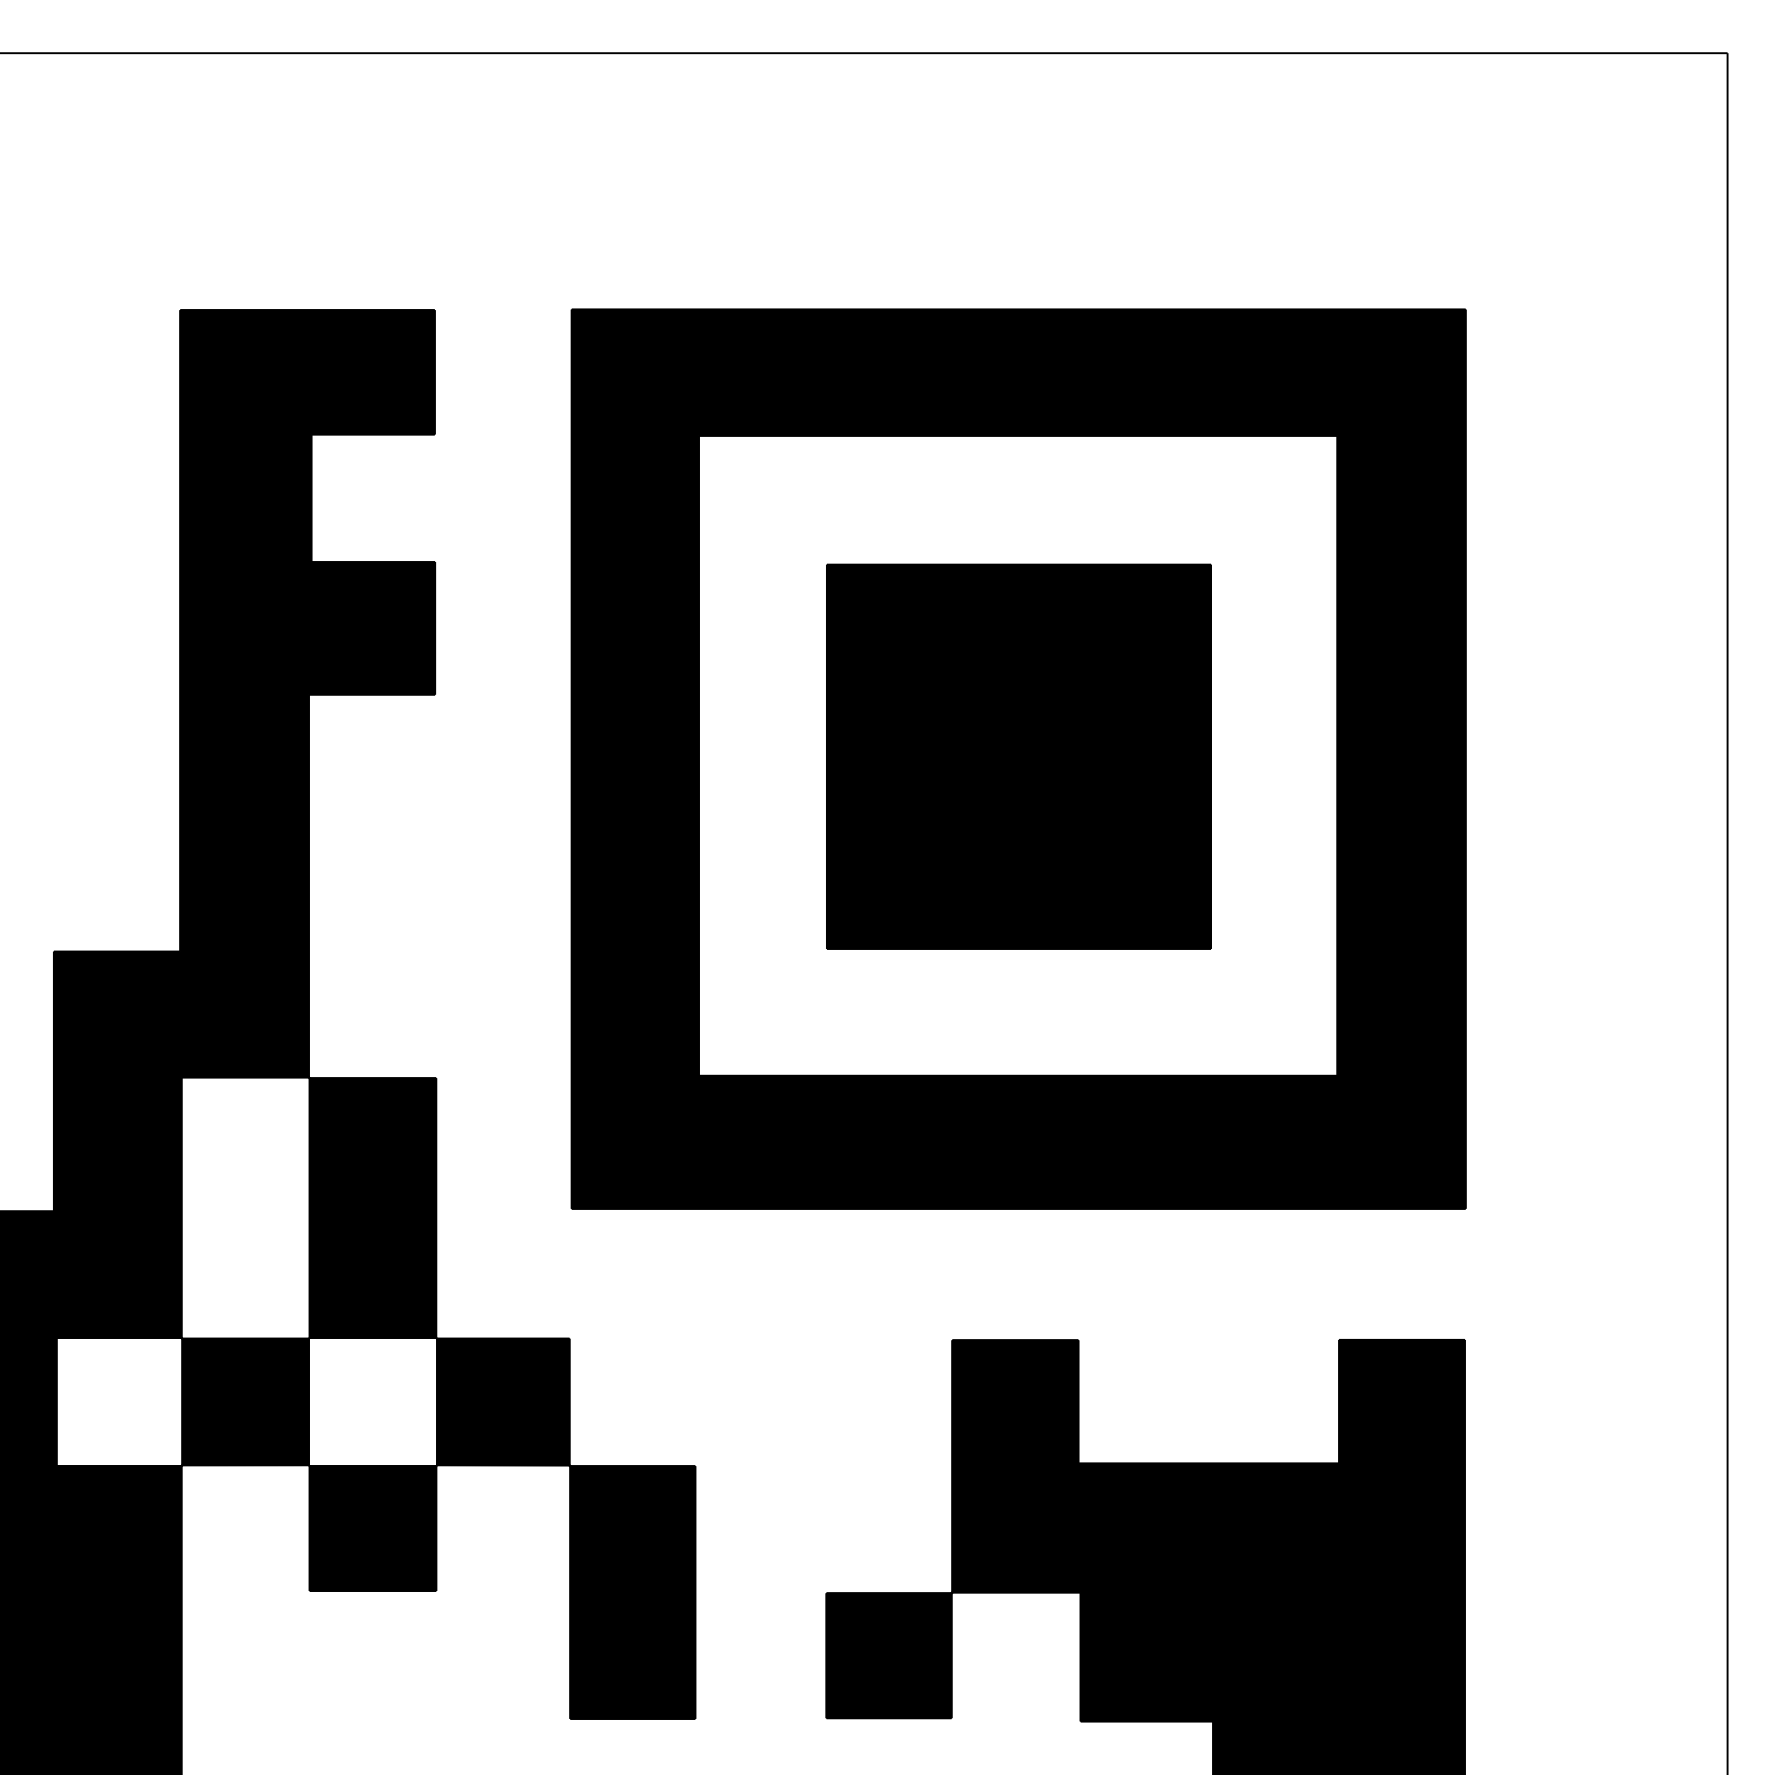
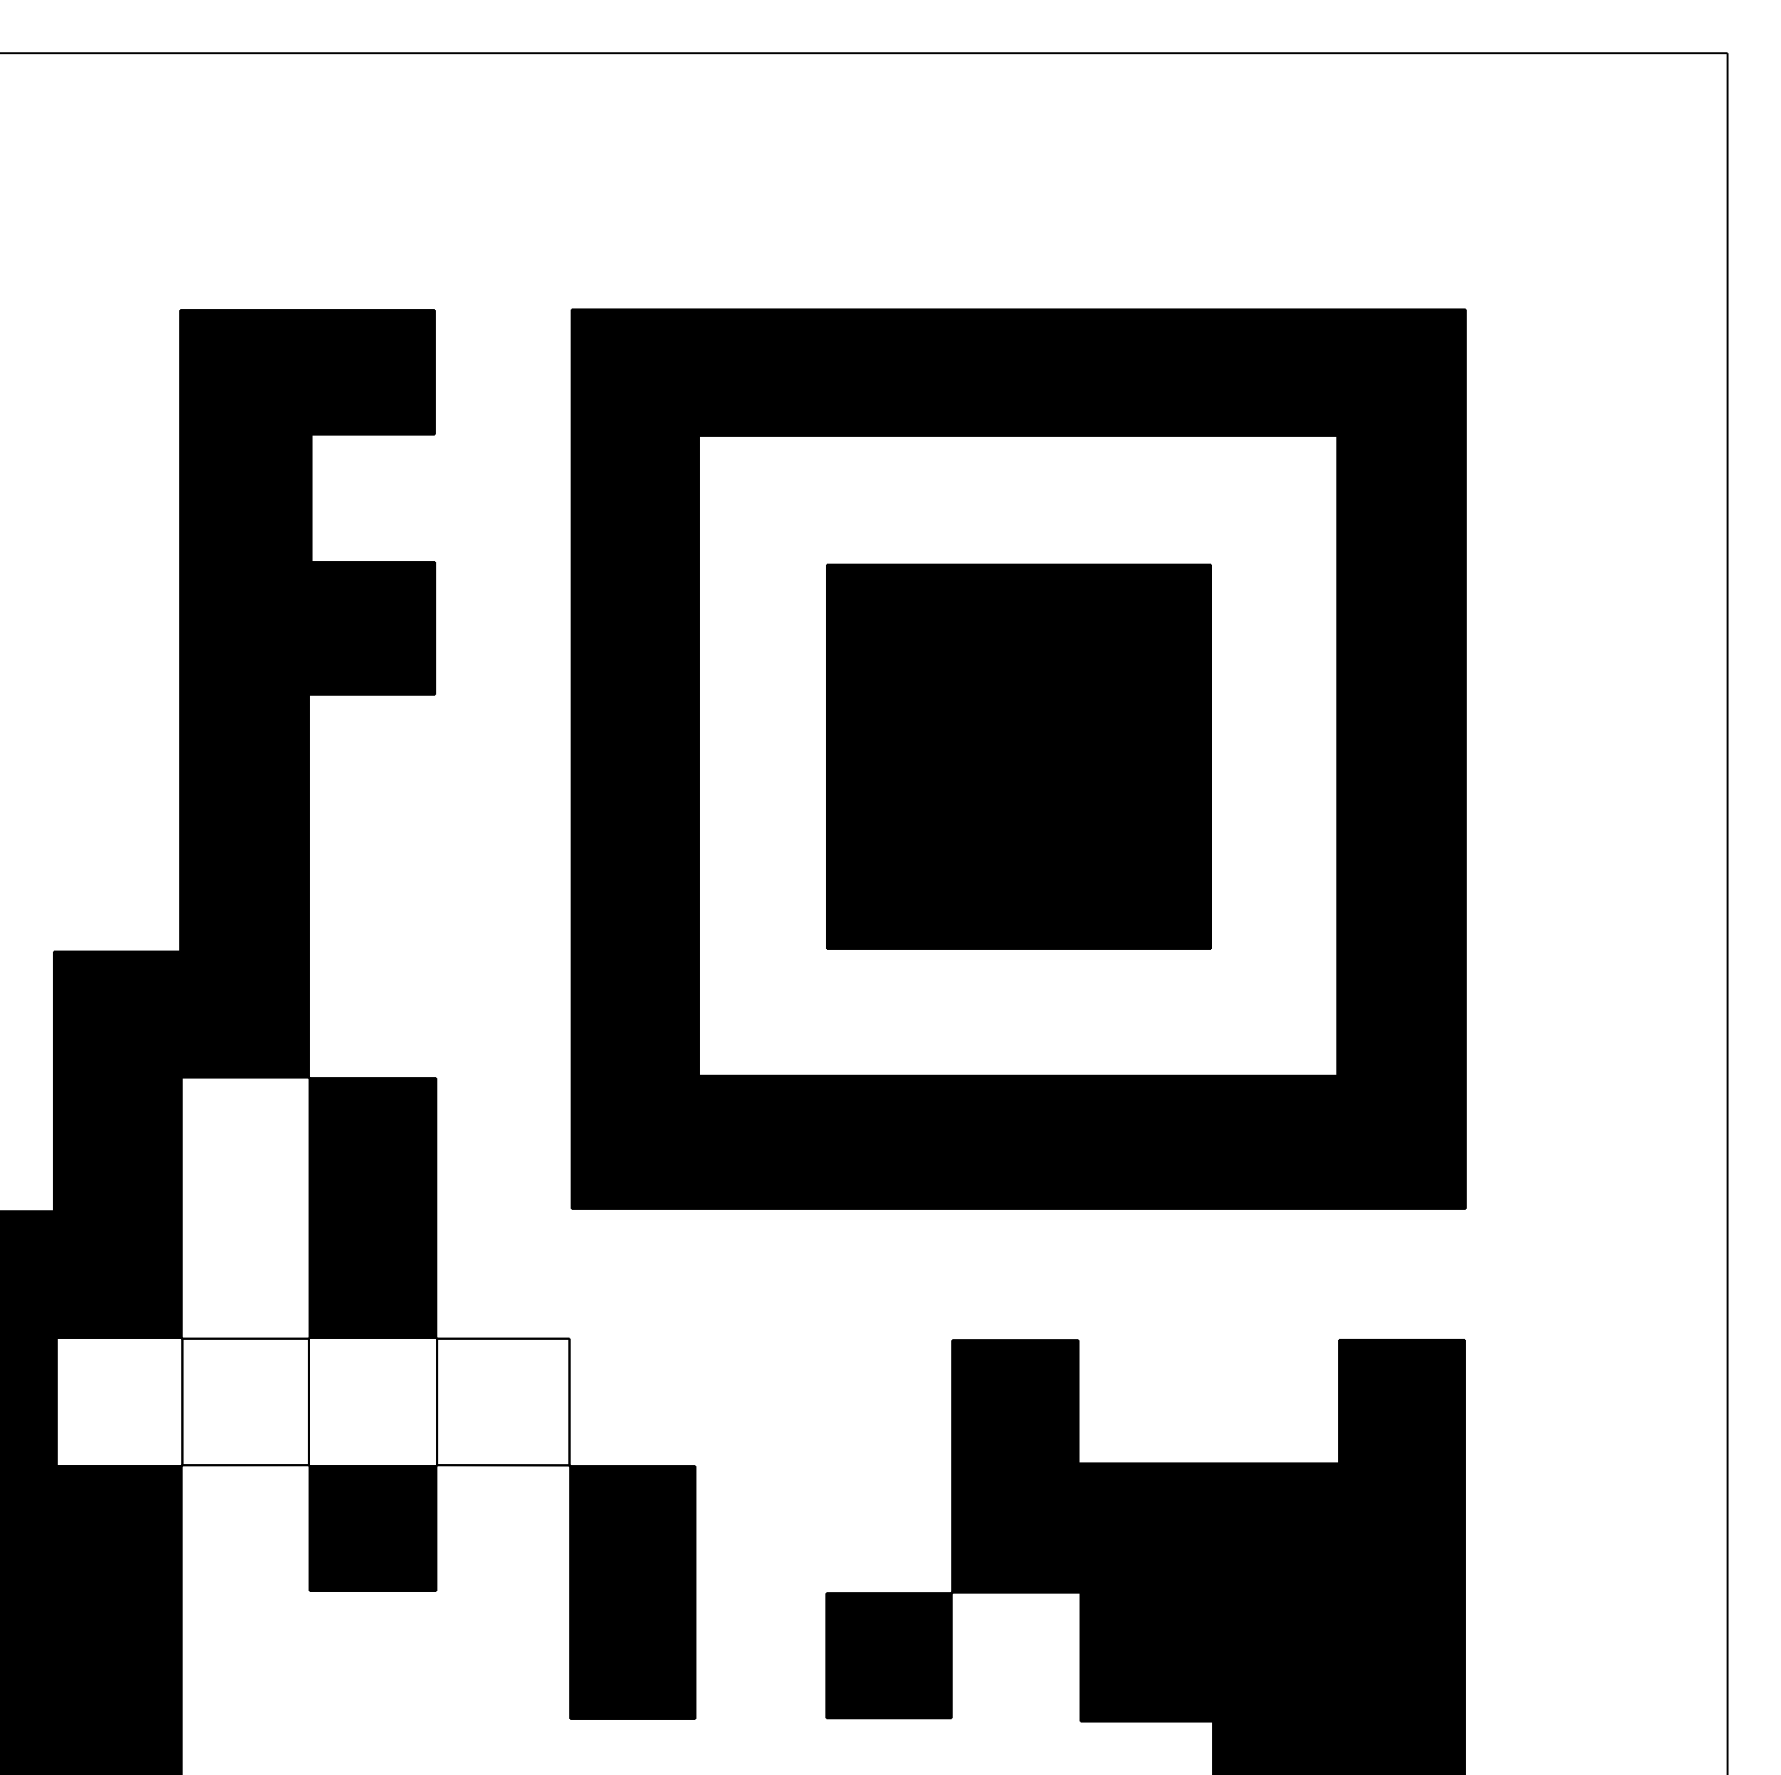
fill at (245, 1401): present -> none
fill at (503, 1401): present -> none
